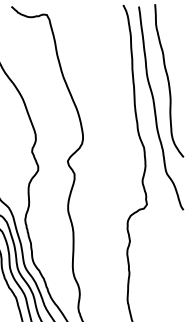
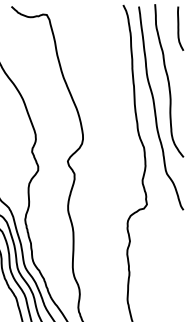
curve at (179, 28): none -> present
